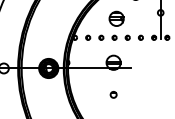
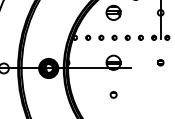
part at (116, 18) position: (116, 18) -> (113, 12)
part at (160, 62): none -> present
